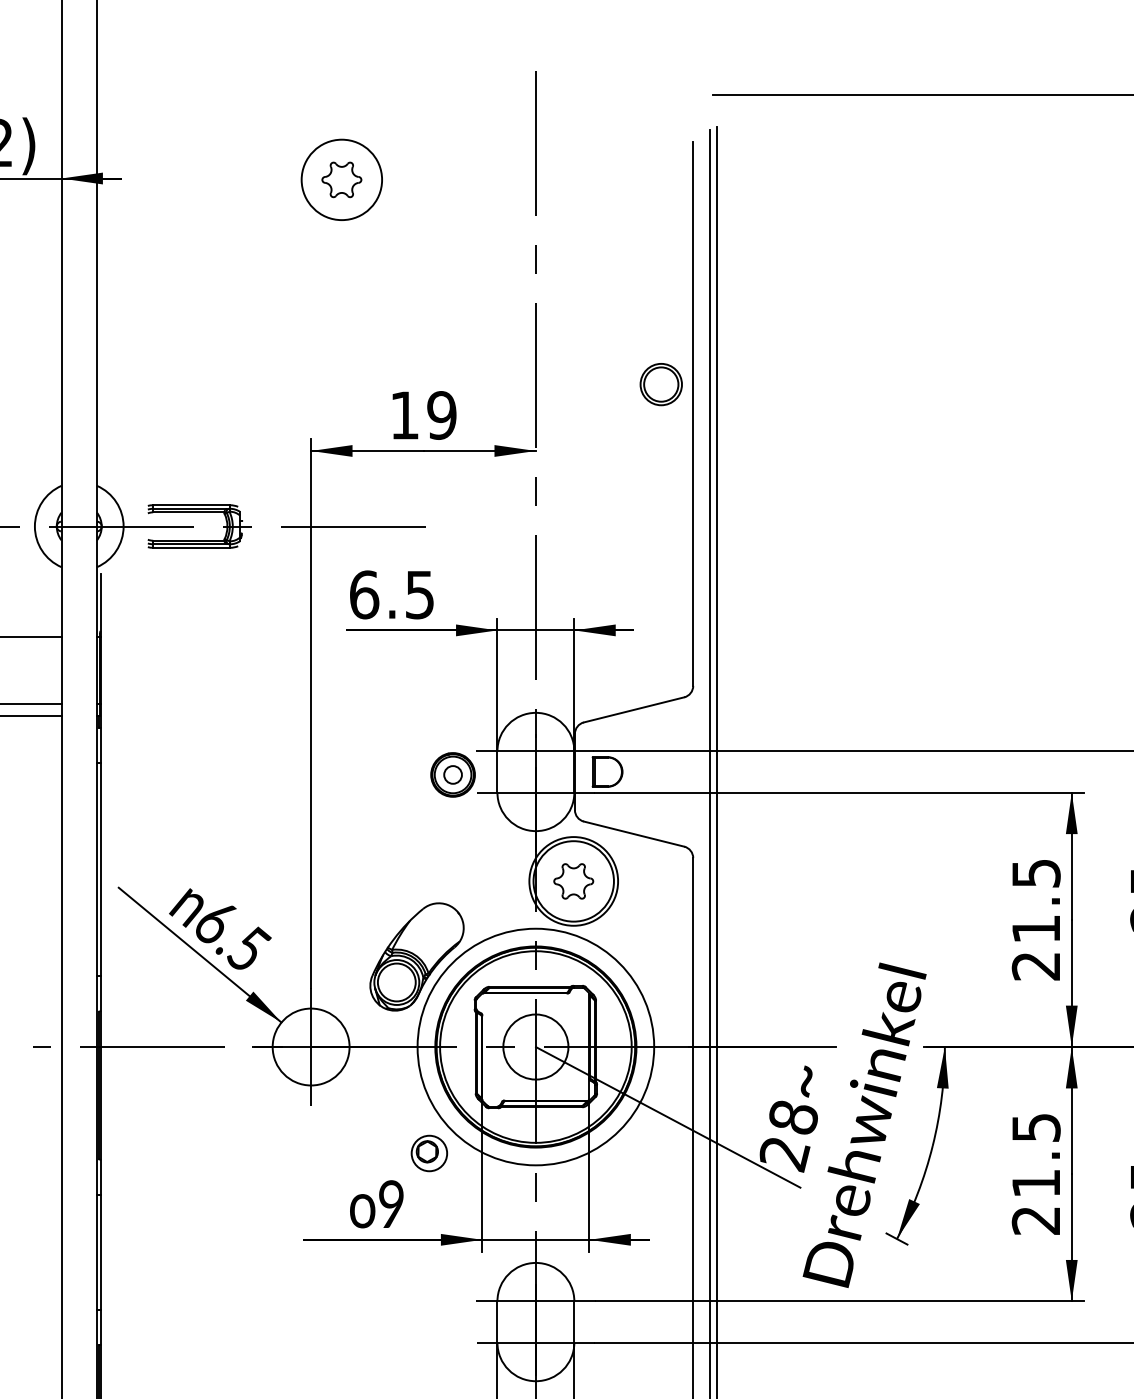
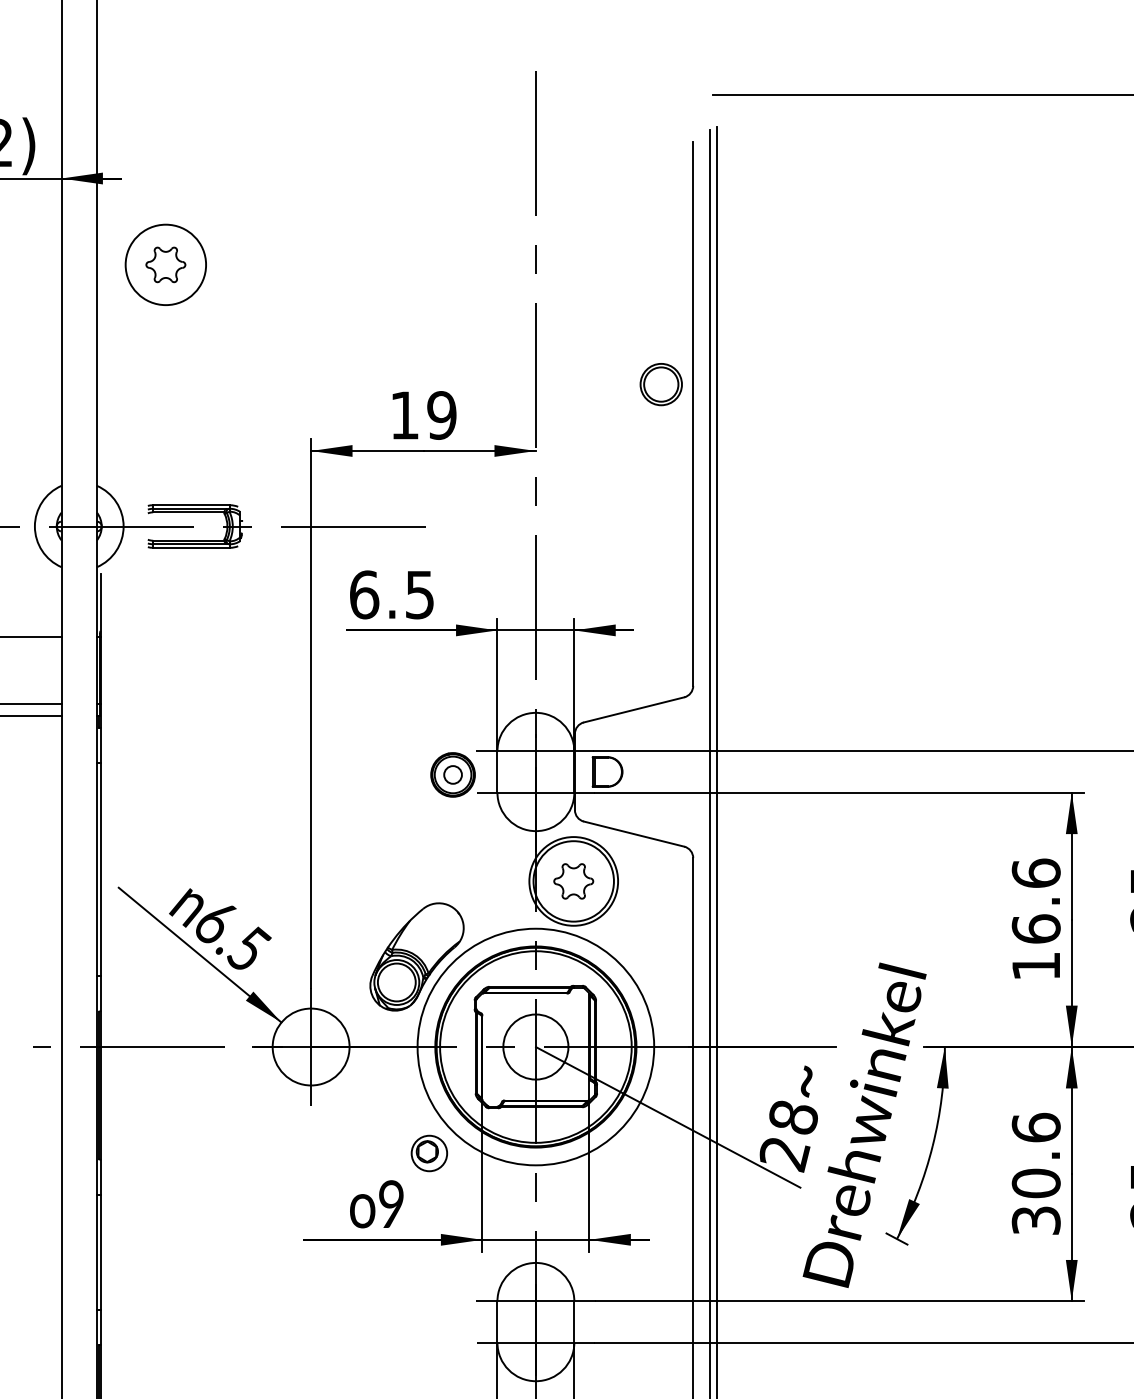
part at (341, 179) position: (341, 179) -> (165, 264)
text at (1035, 919): 21.5 -> 16.6
text at (1035, 1173): 21.5 -> 30.6
